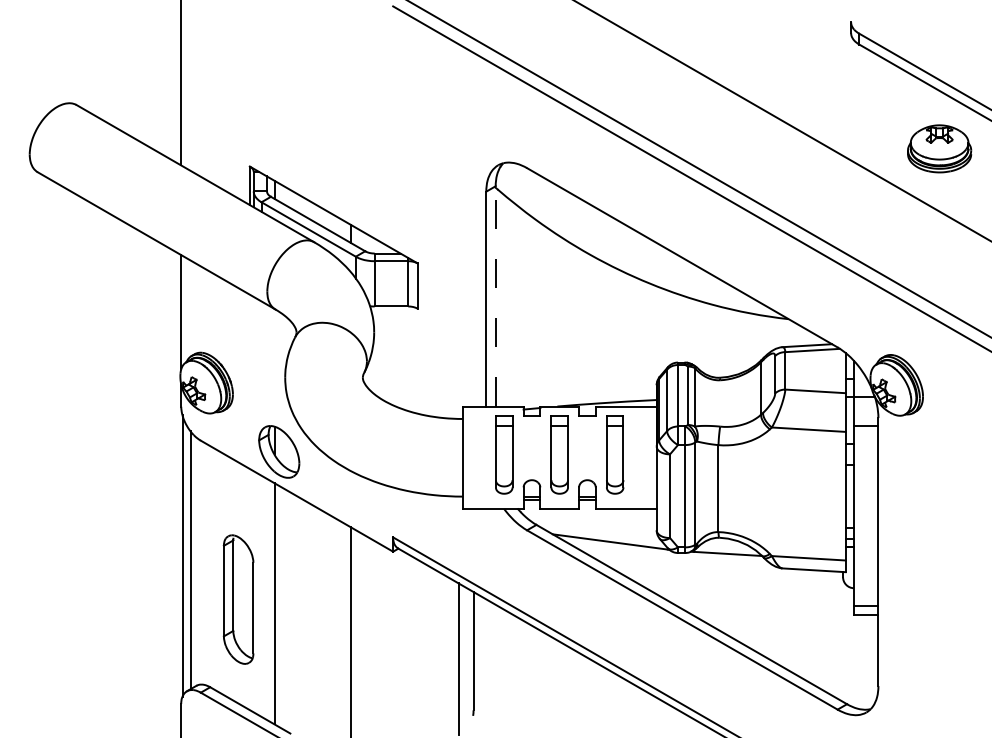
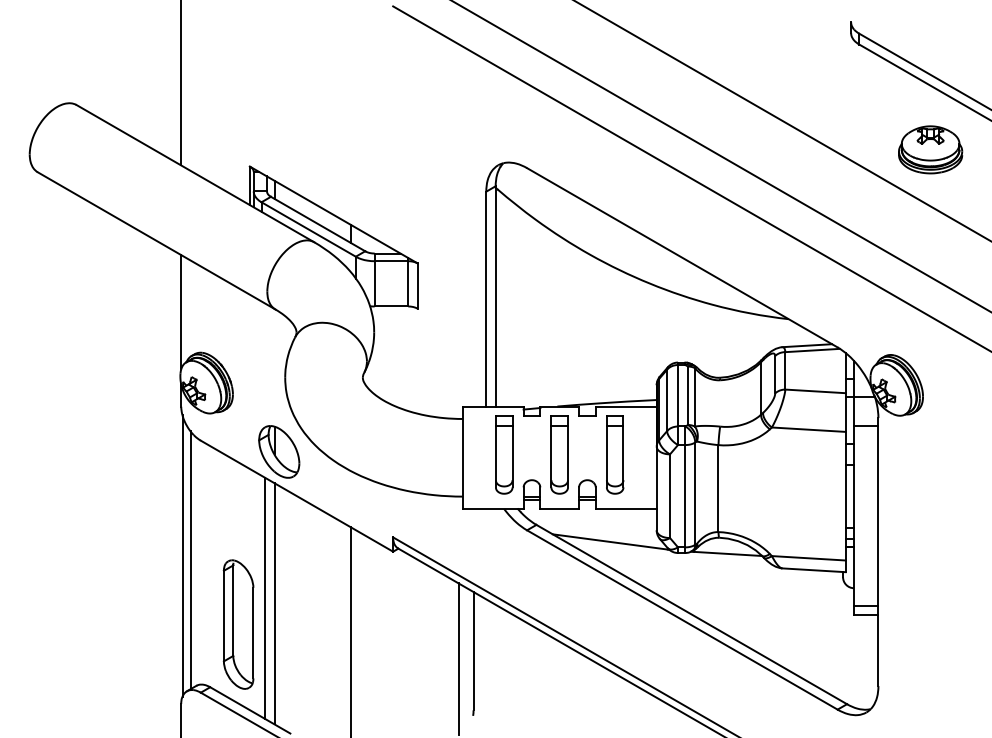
part at (939, 148) position: (939, 148) -> (930, 149)
line at (699, 168) position: (699, 168) -> (721, 156)
line at (495, 295): dashed -> solid
line at (265, 597): none -> present
part at (238, 599) position: (238, 599) -> (238, 624)
